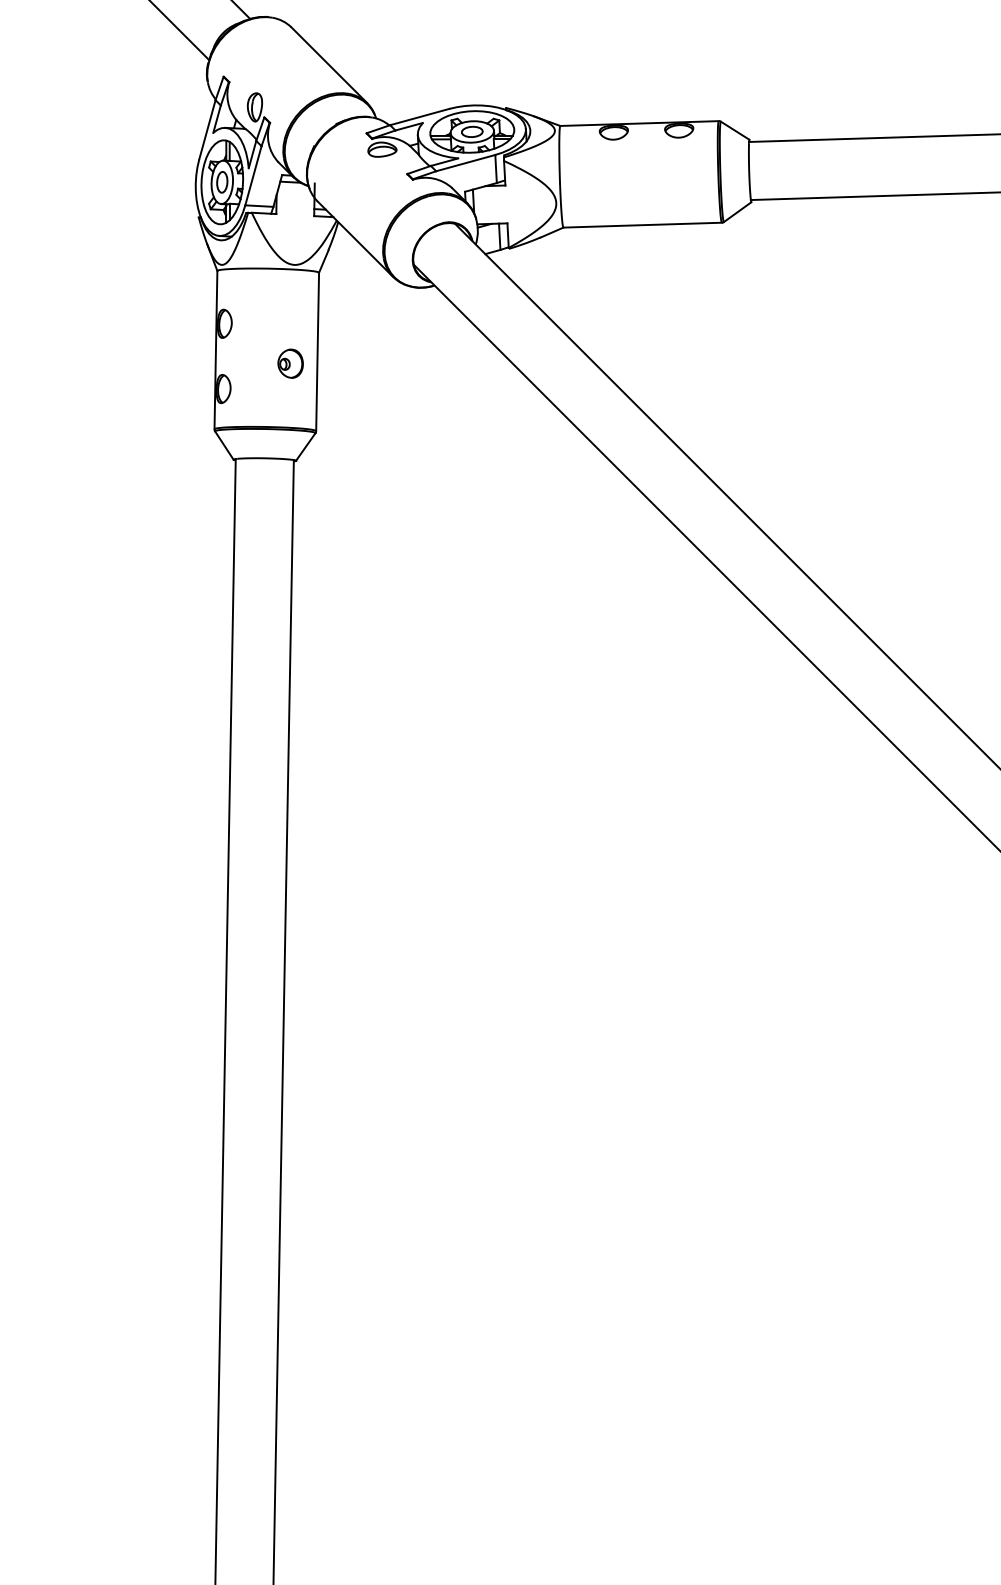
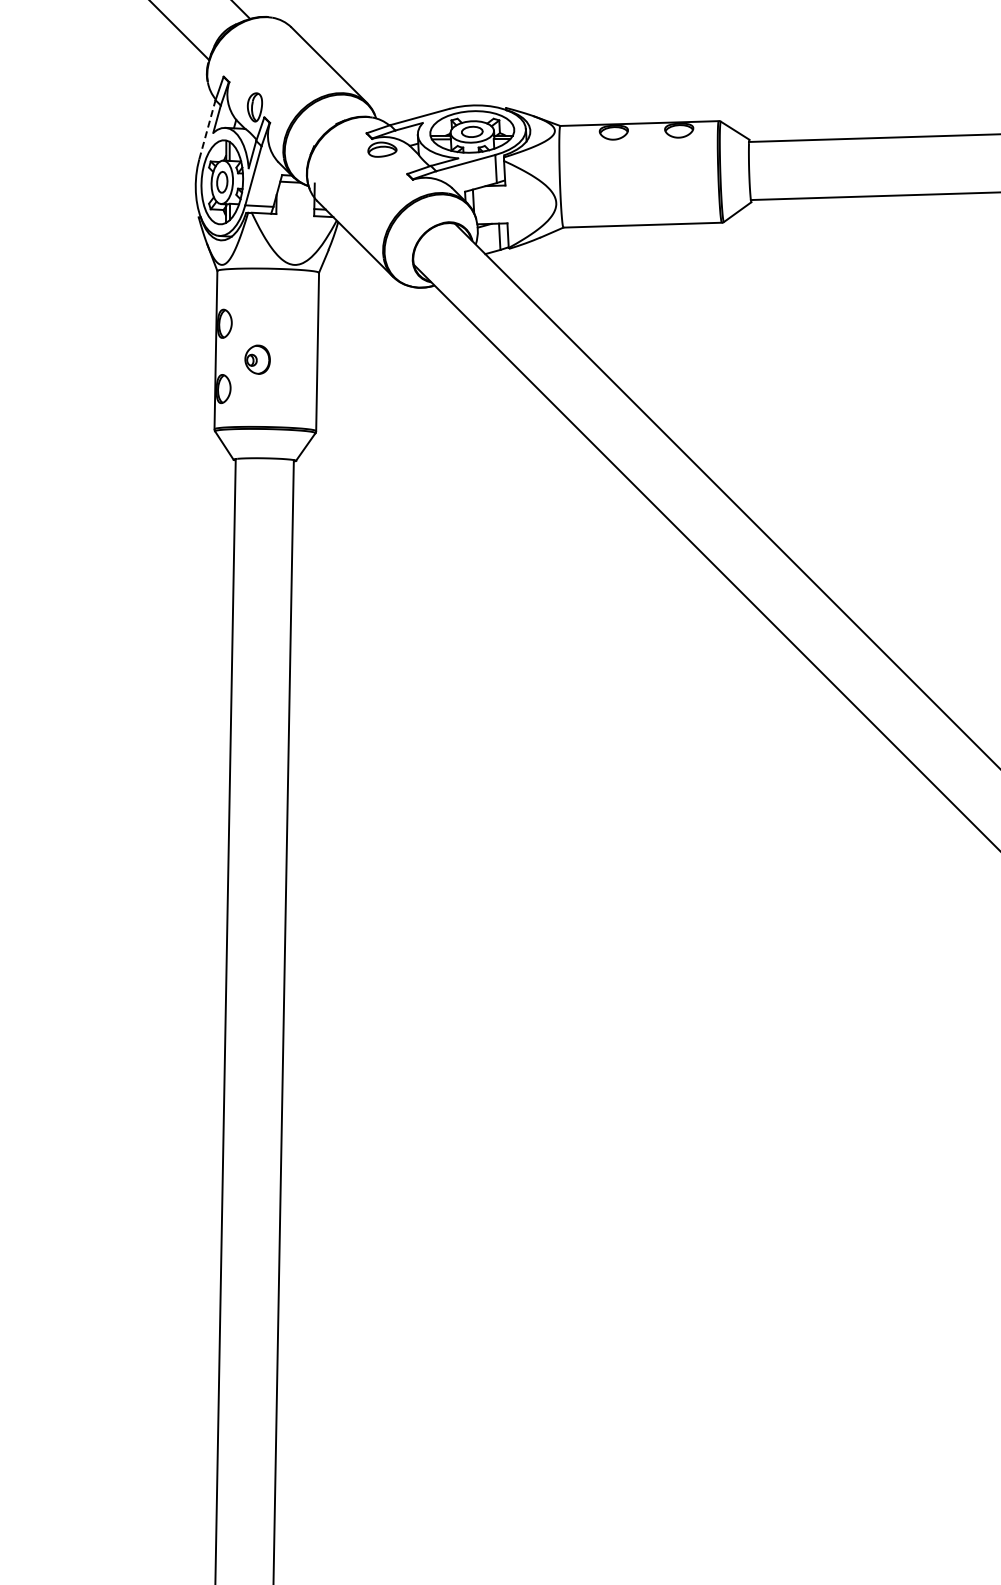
line at (207, 129): solid -> dashed
part at (290, 363) position: (290, 363) -> (257, 359)
